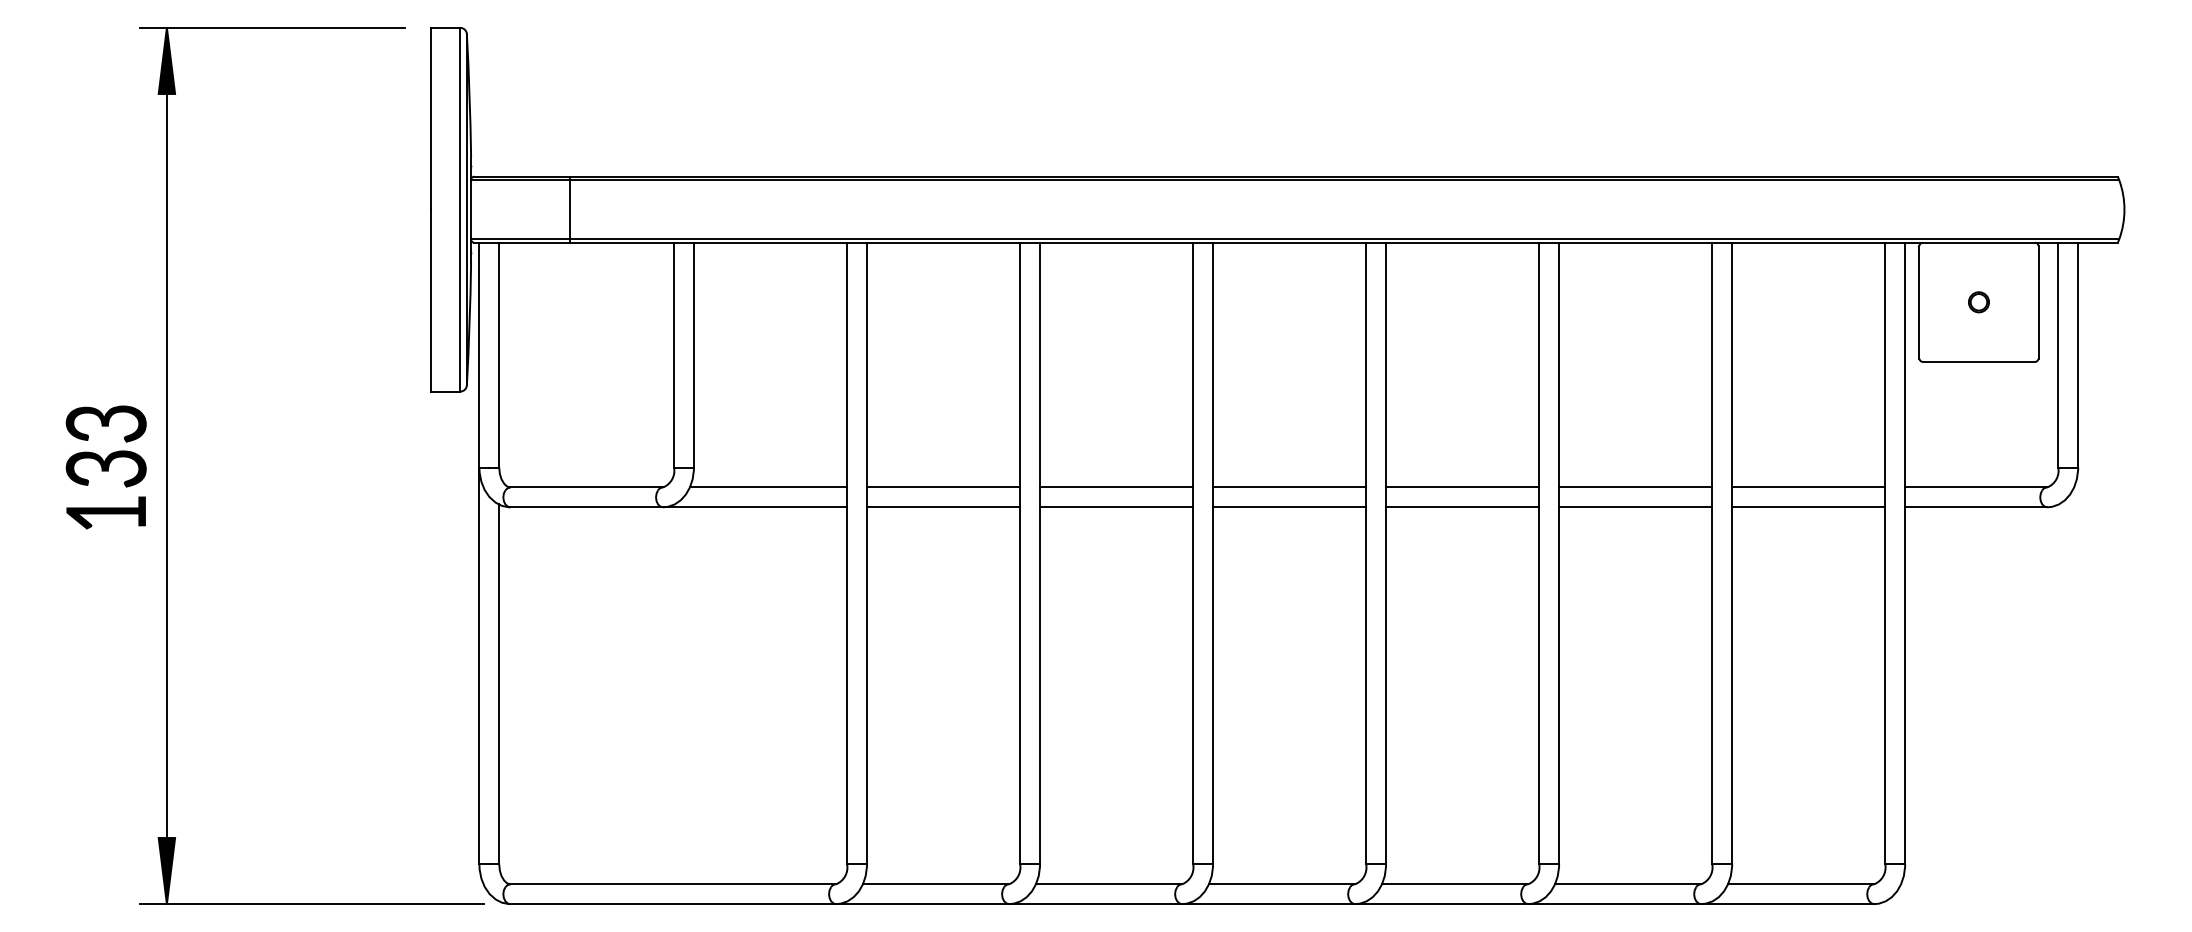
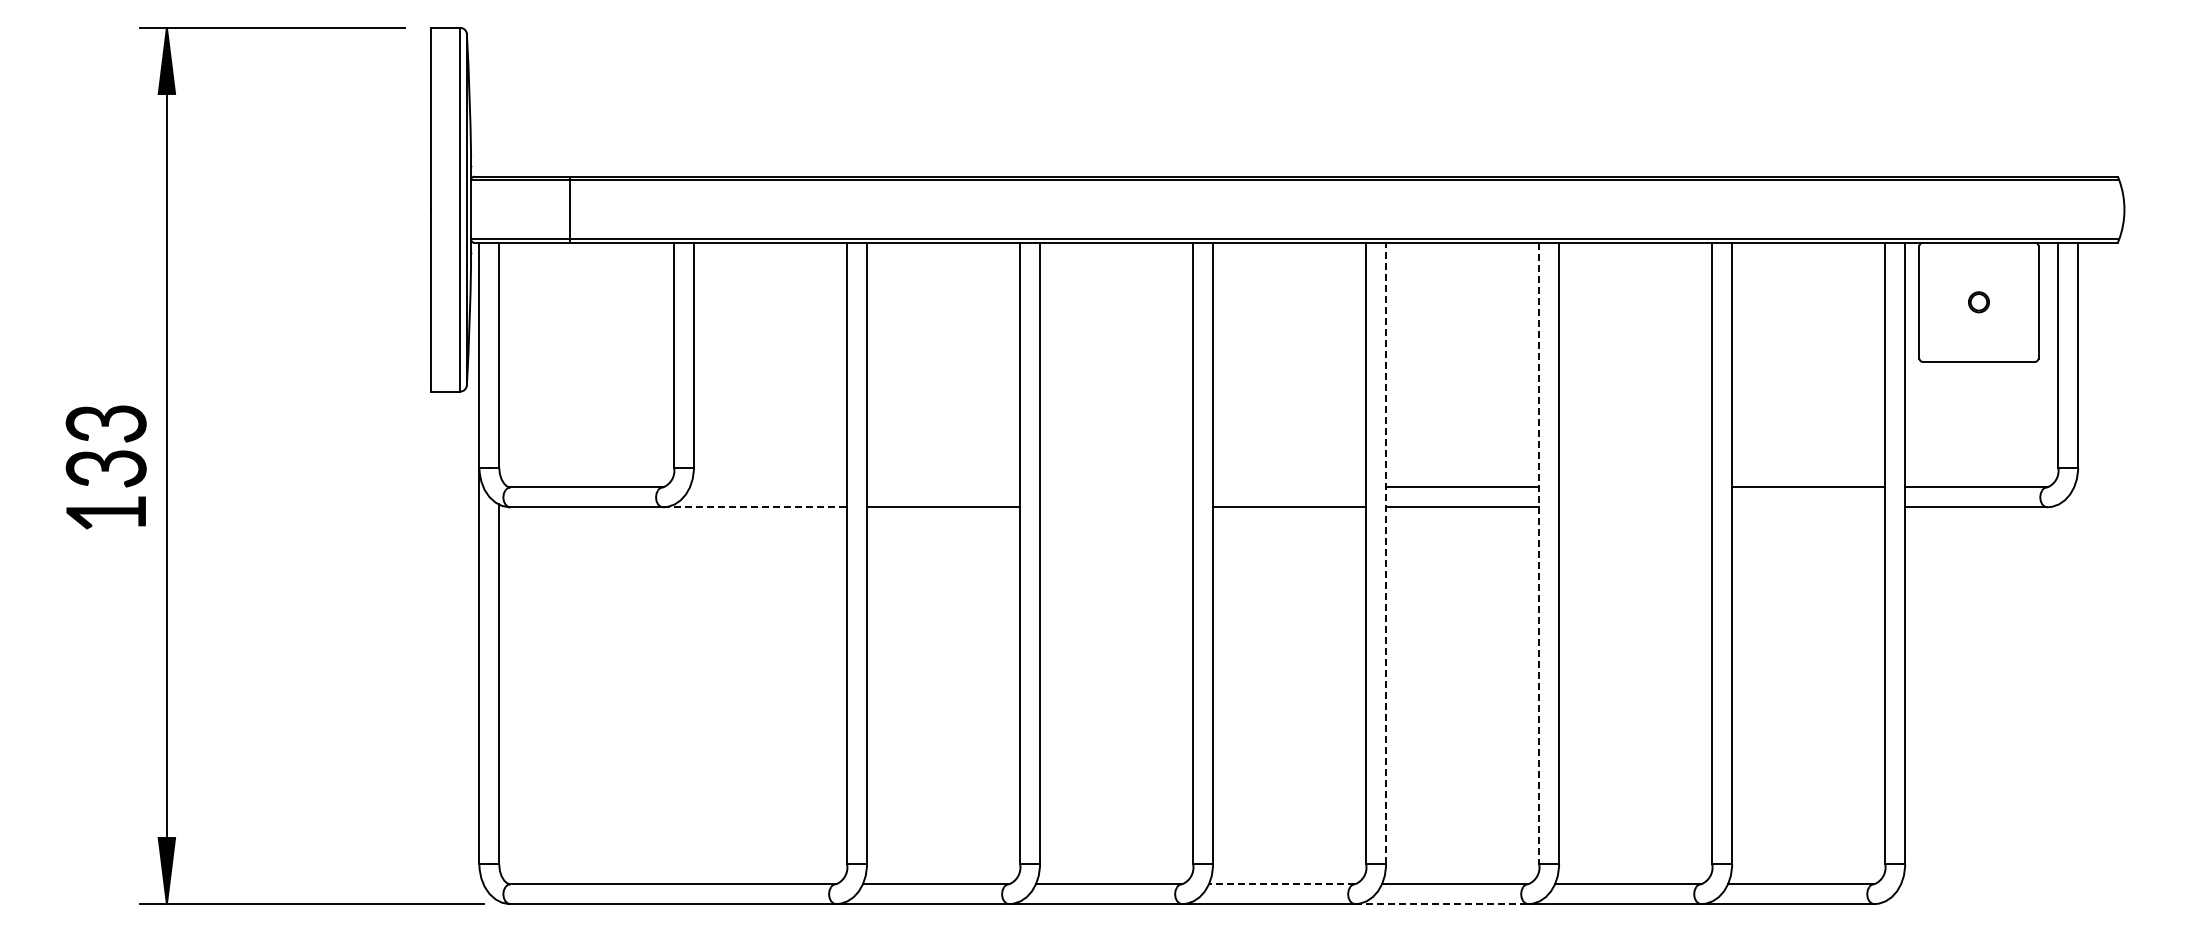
line at (768, 487): present -> none
line at (943, 487): present -> none
line at (1116, 487): present -> none
line at (1289, 487): present -> none
line at (1635, 487): present -> none
line at (755, 507): solid -> dashed
line at (1116, 507): present -> none
line at (1635, 507): present -> none
line at (1808, 507): present -> none
line at (1386, 553): solid -> dashed
line at (1539, 553): solid -> dashed
line at (1281, 884): solid -> dashed
line at (1441, 904): solid -> dashed
